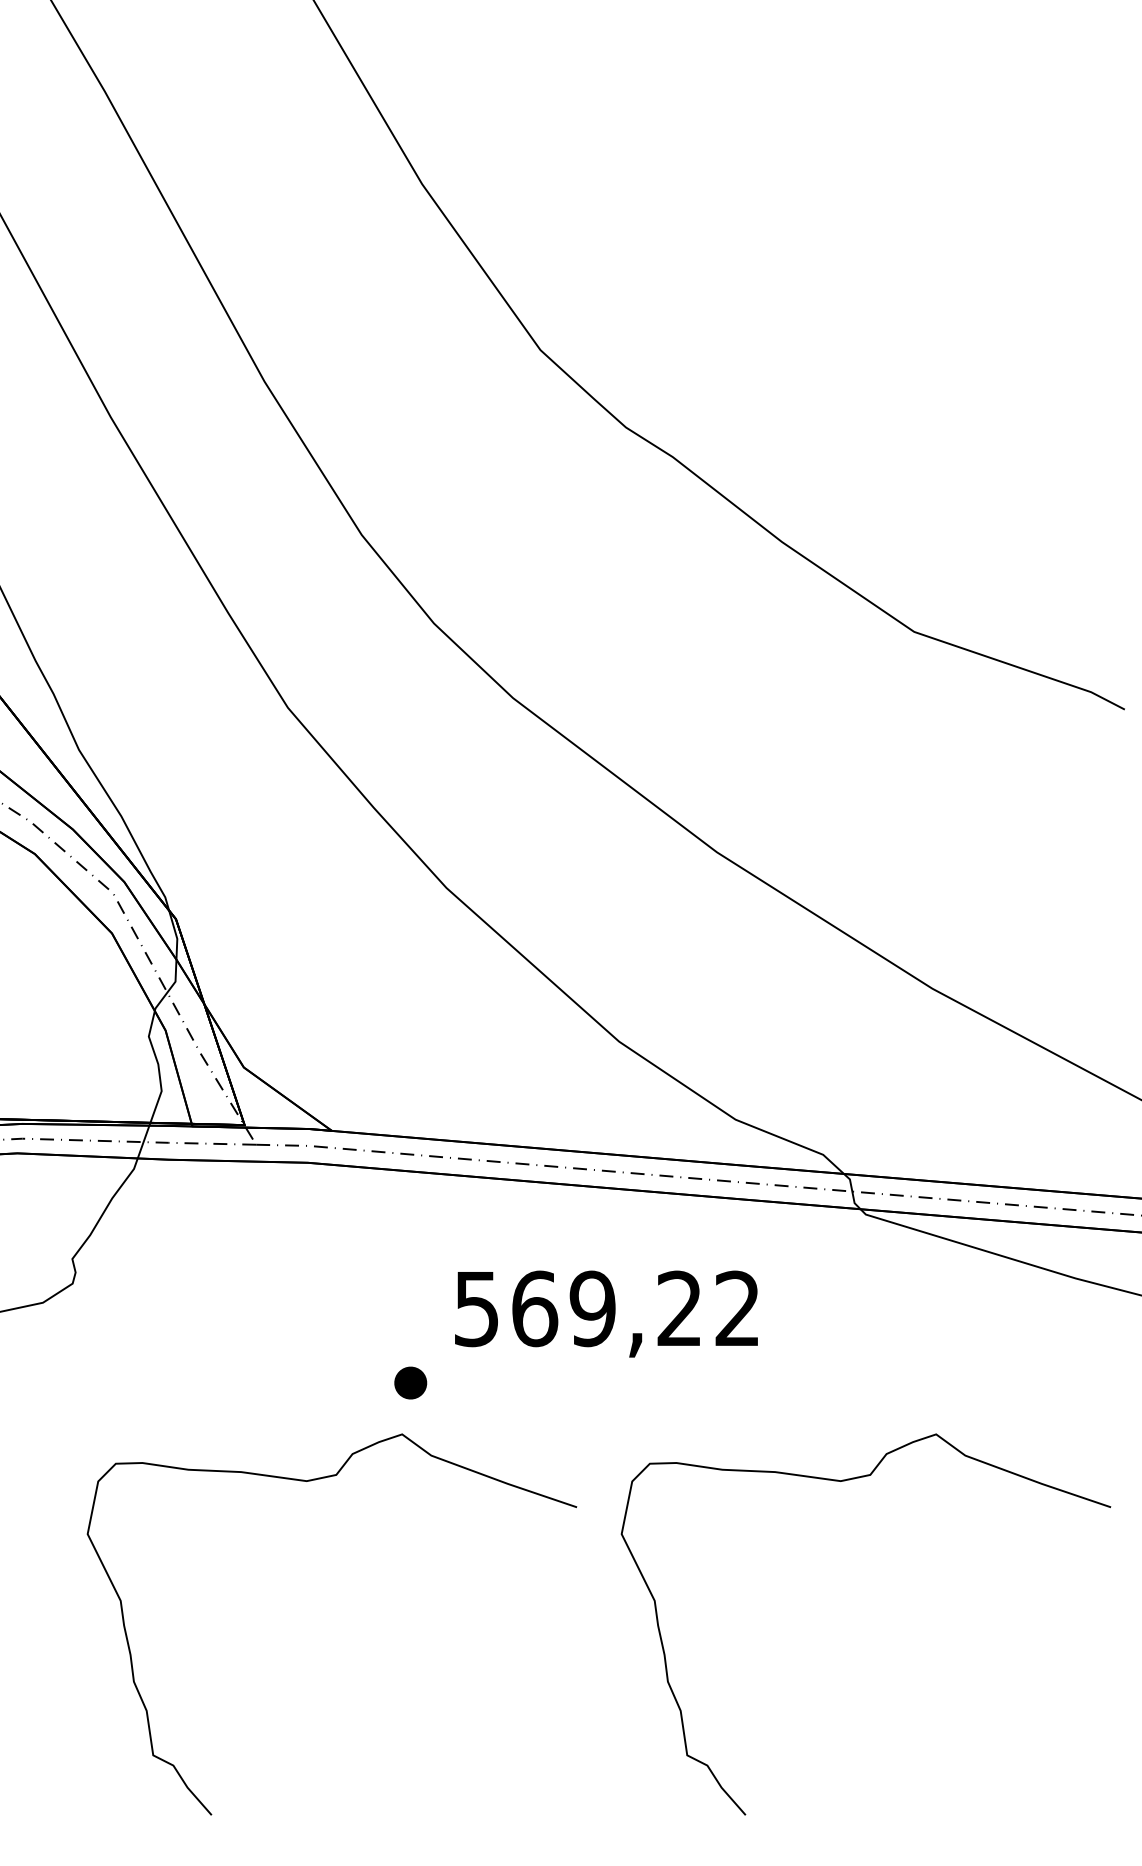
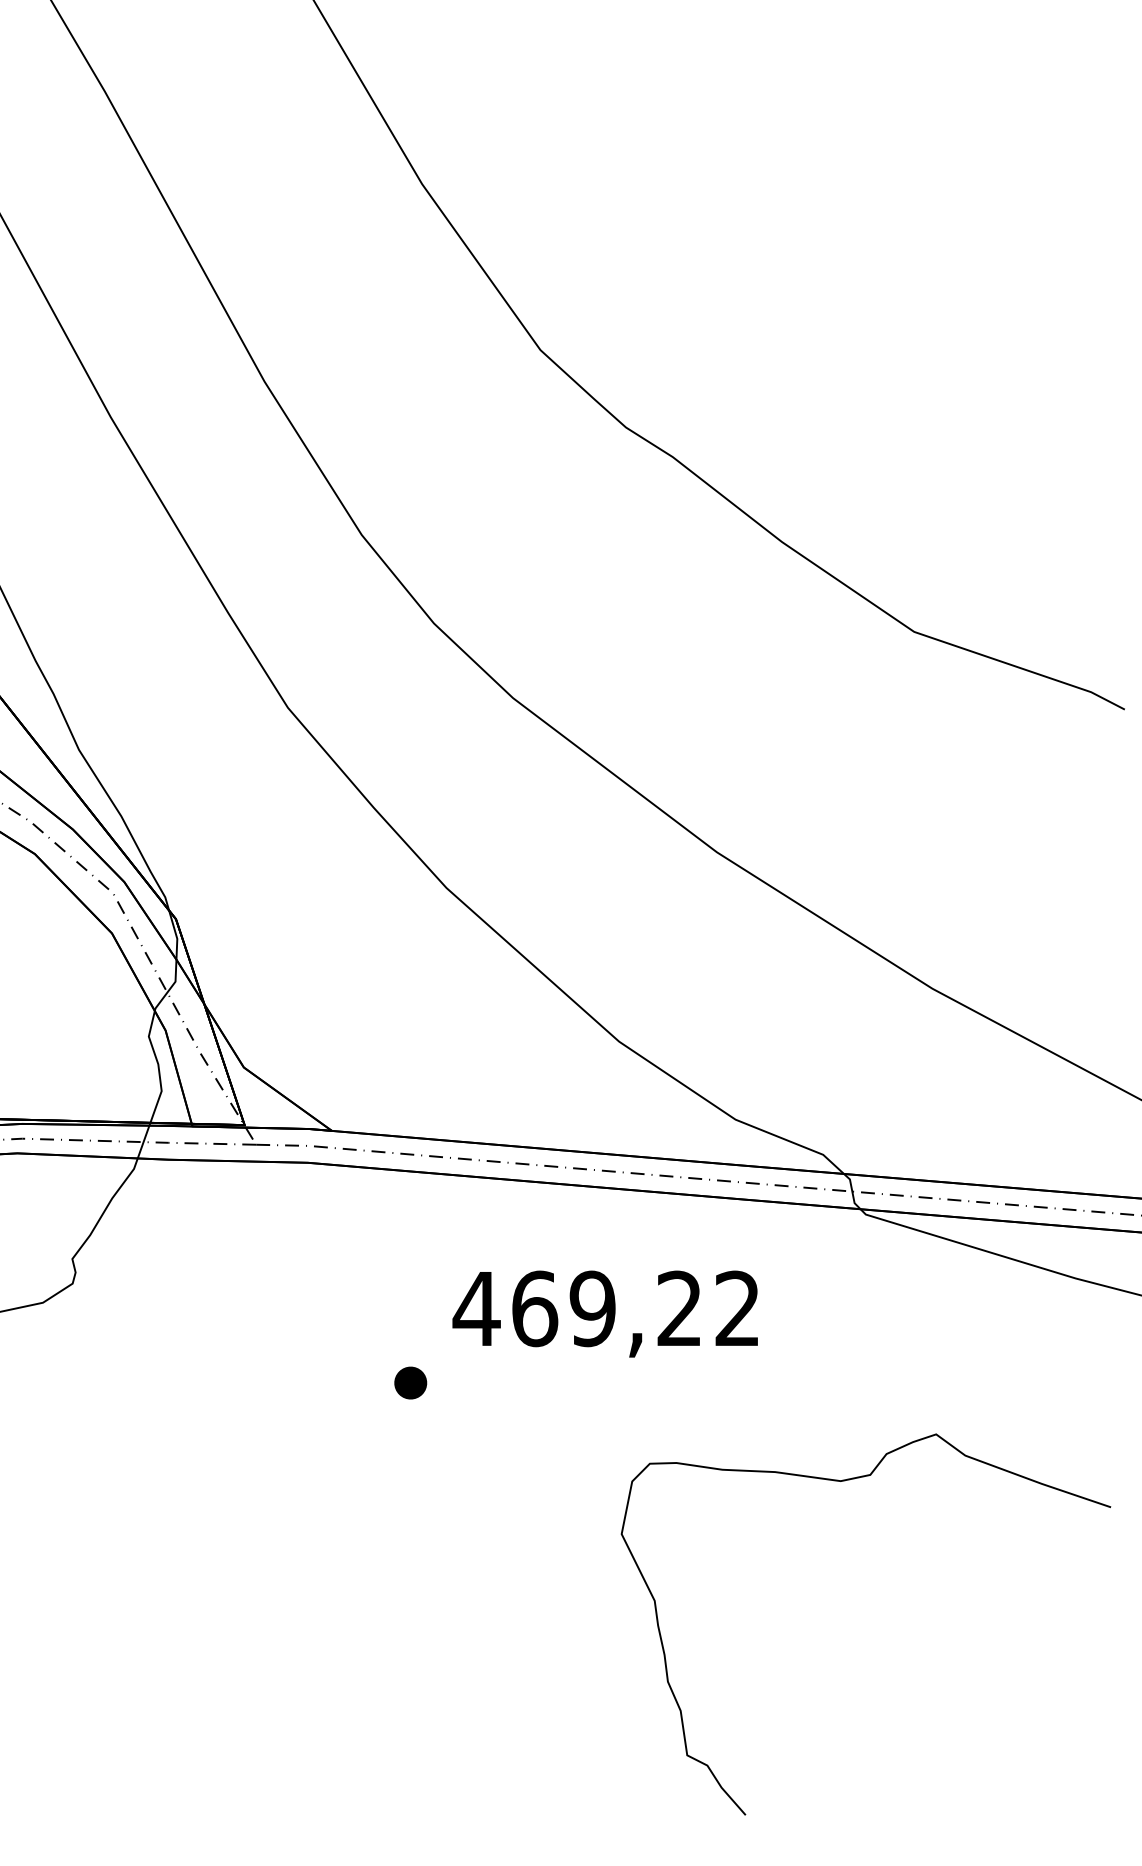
text at (476, 1309): 569,22 -> 469,22
curve at (311, 1481): present -> none
